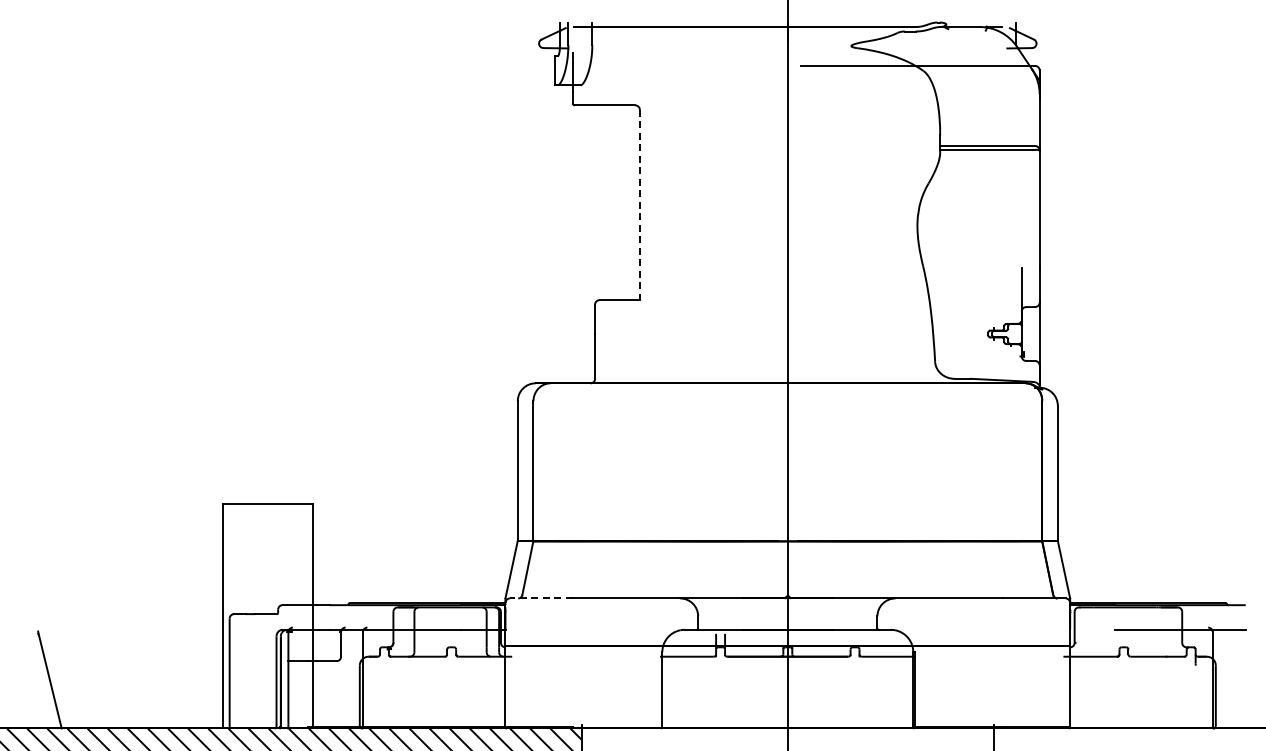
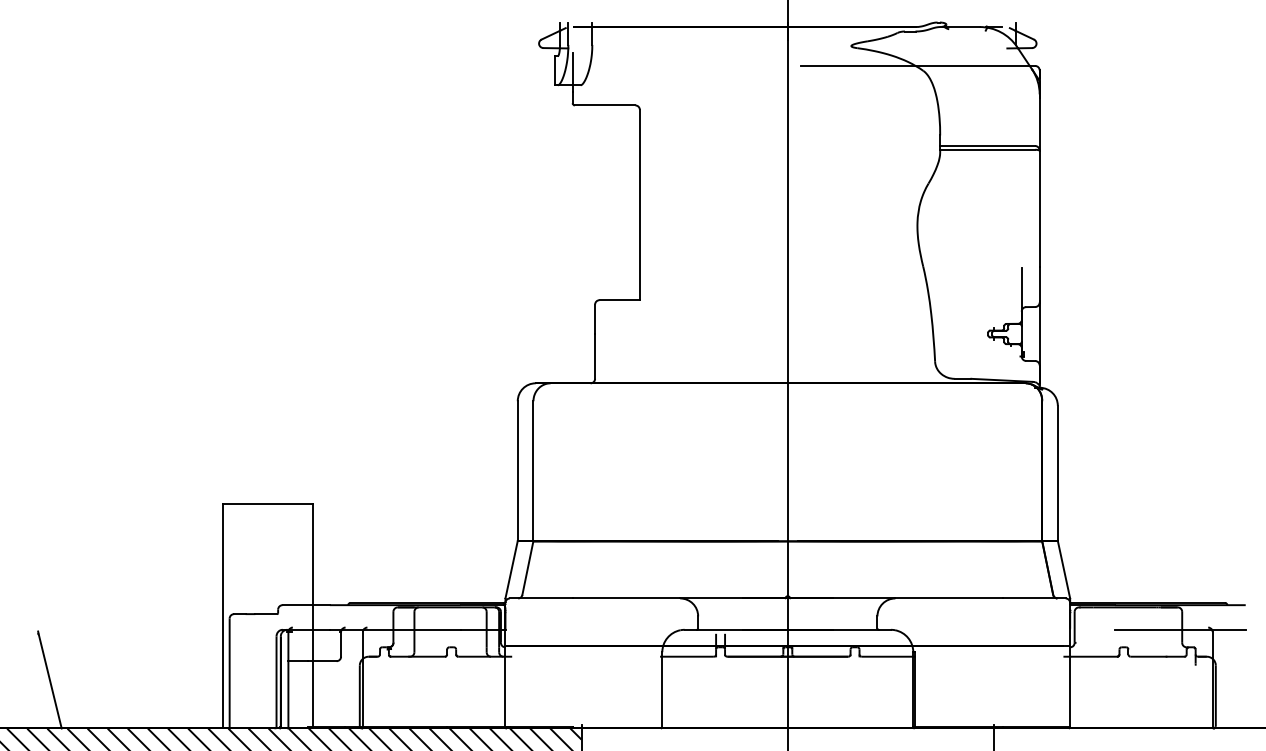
line at (639, 205): dashed -> solid
line at (540, 598): dashed -> solid
